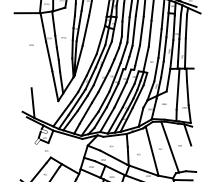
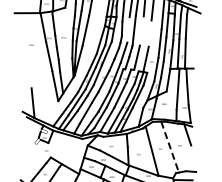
line at (128, 29): present -> none
line at (141, 30): present -> none
line at (149, 33): present -> none
line at (170, 147): solid -> dashed
